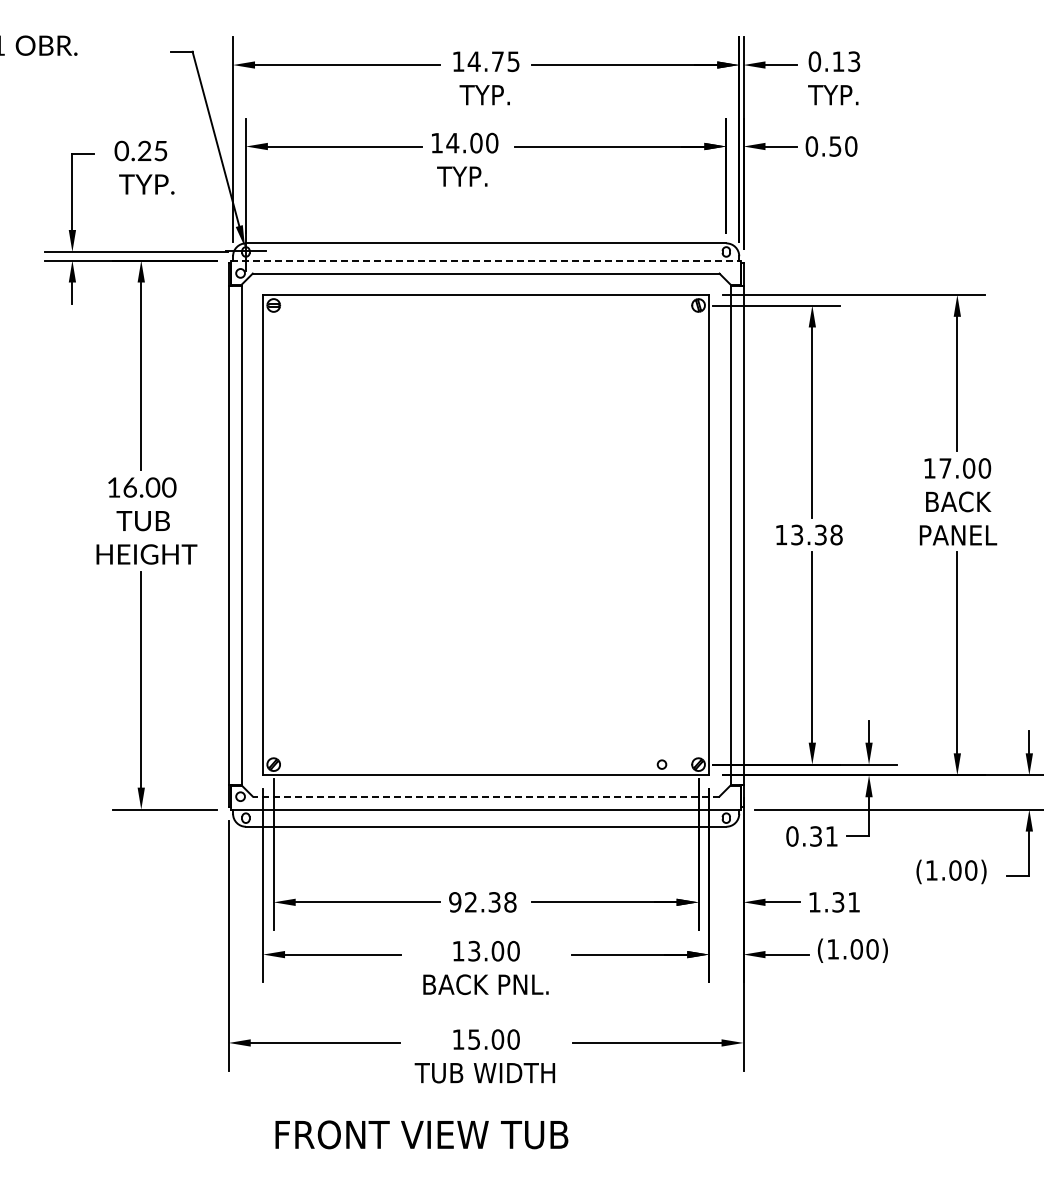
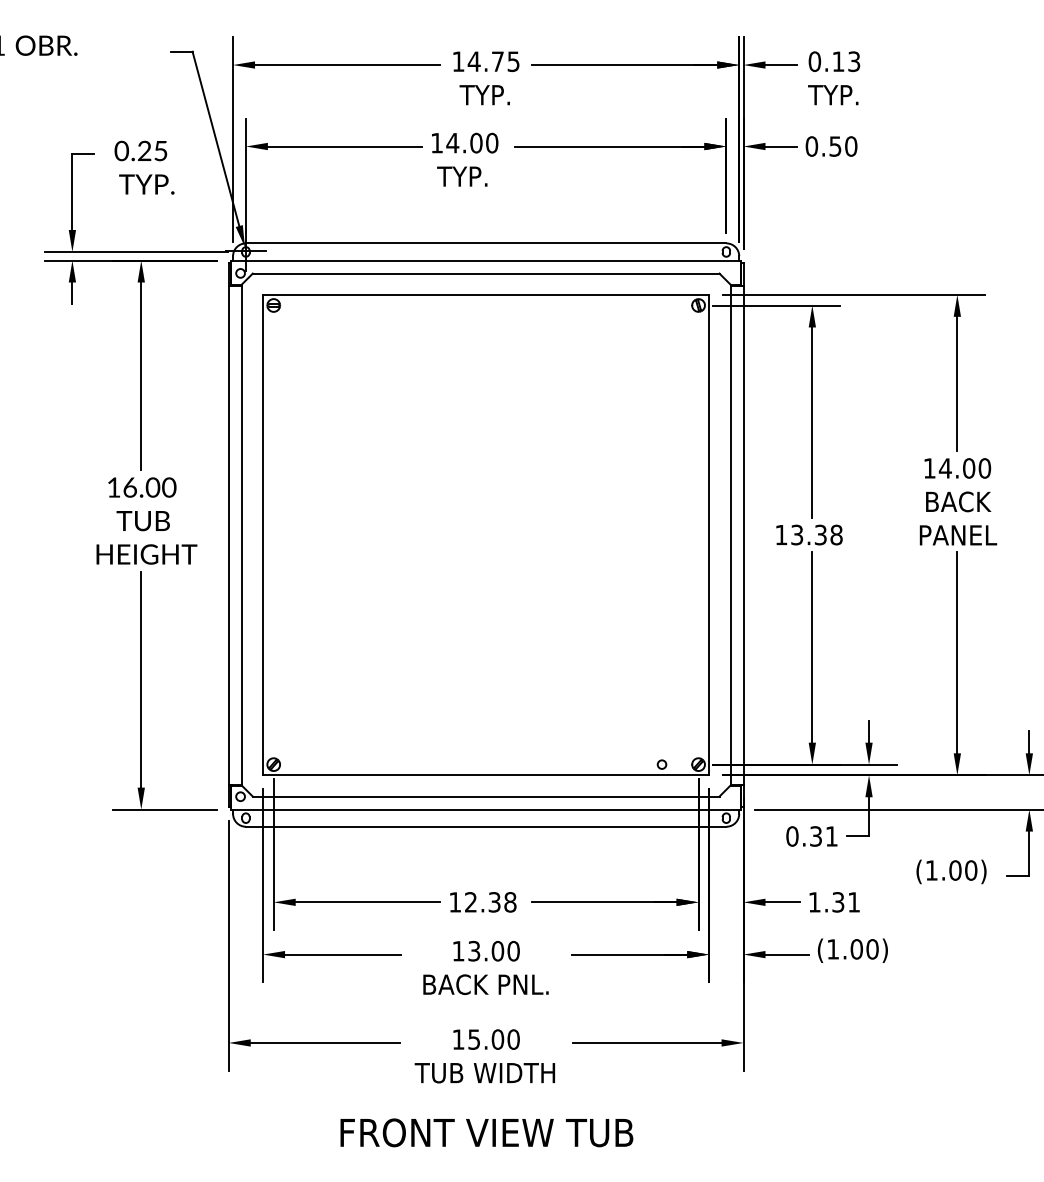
line at (486, 260): dashed -> solid
text at (944, 468): 17.00 -> 14.00
line at (485, 796): dashed -> solid
text at (455, 902): 92.38 -> 12.38
text at (421, 1134) position: (421, 1134) -> (486, 1132)
